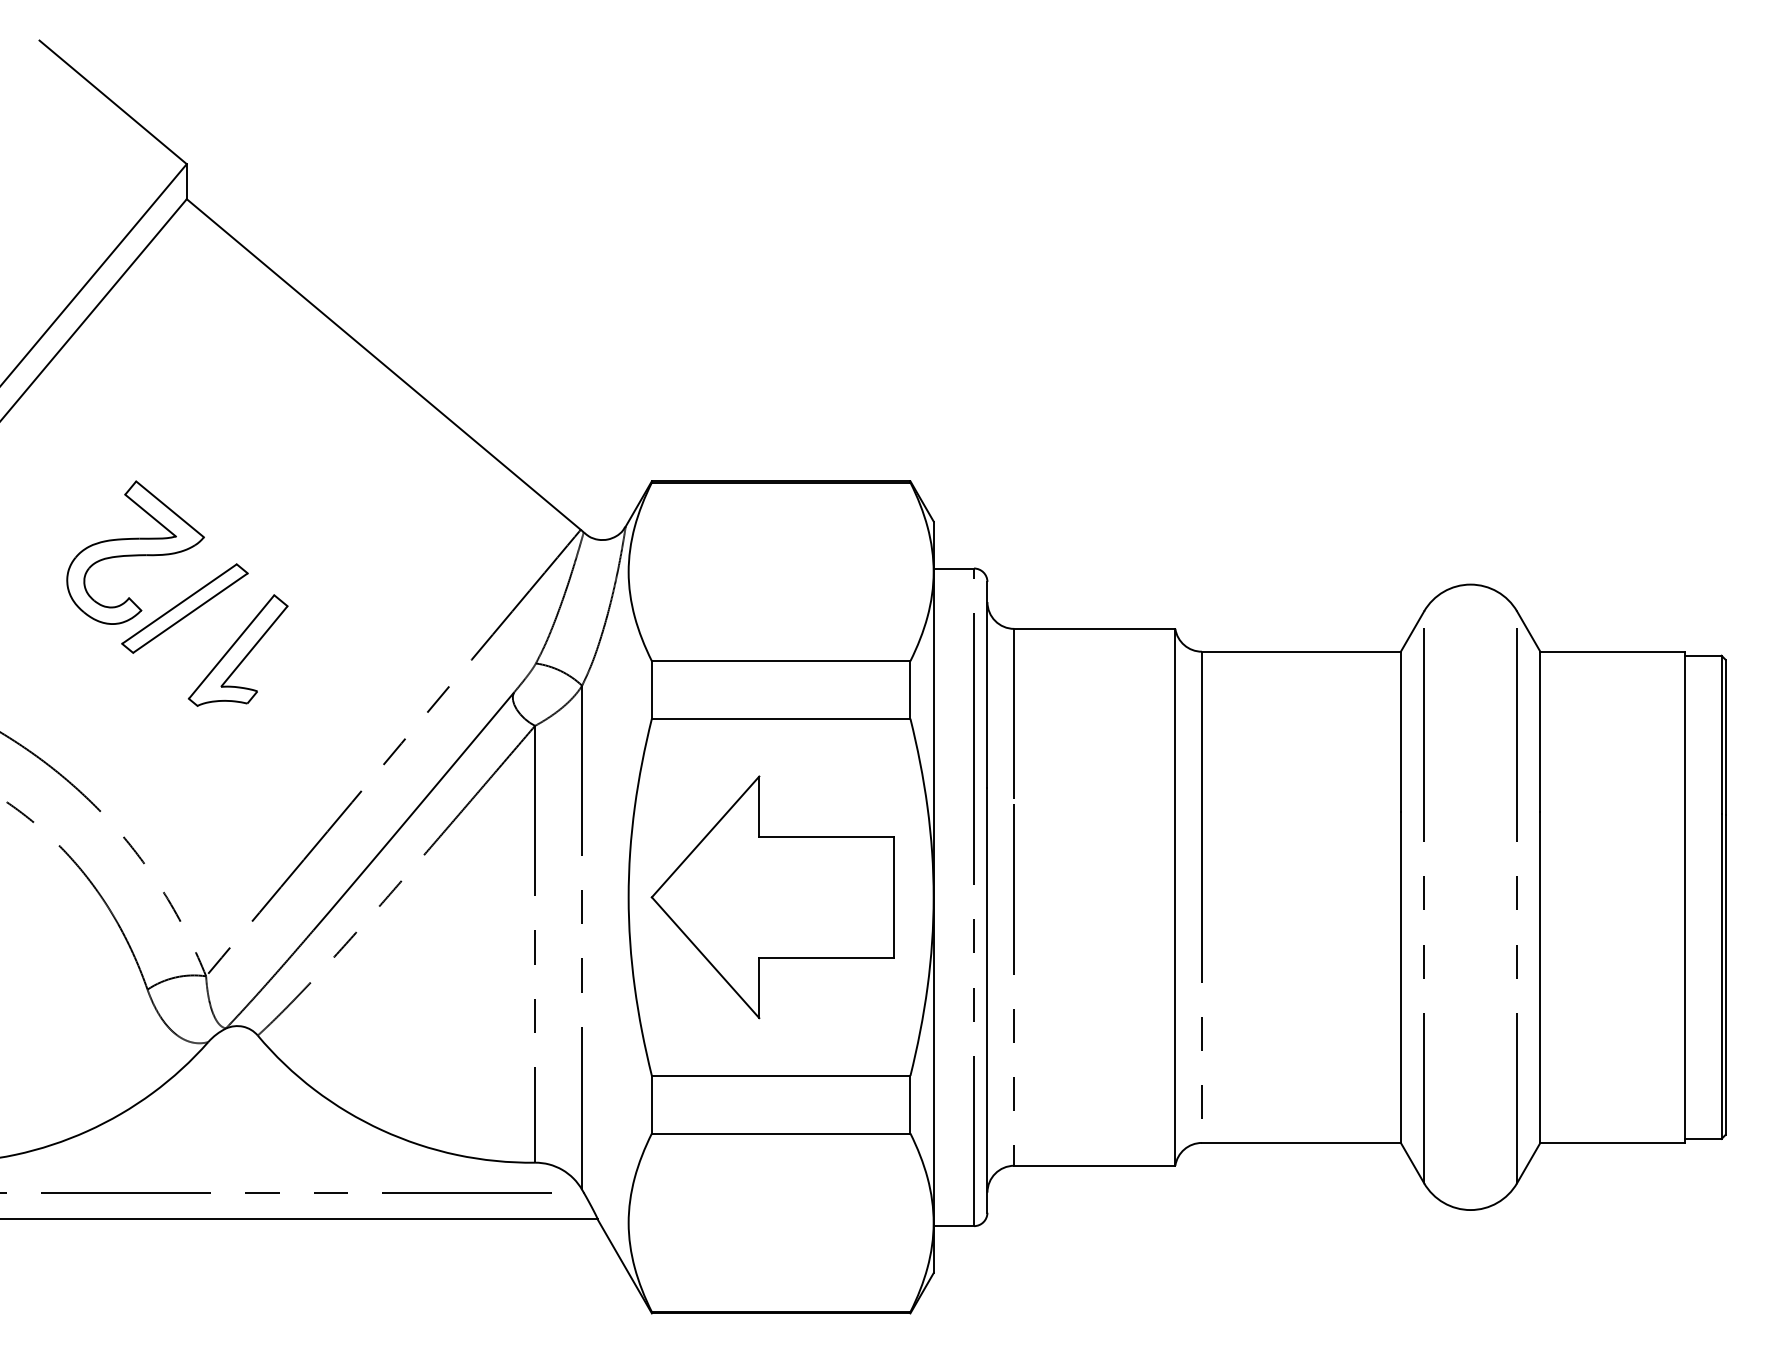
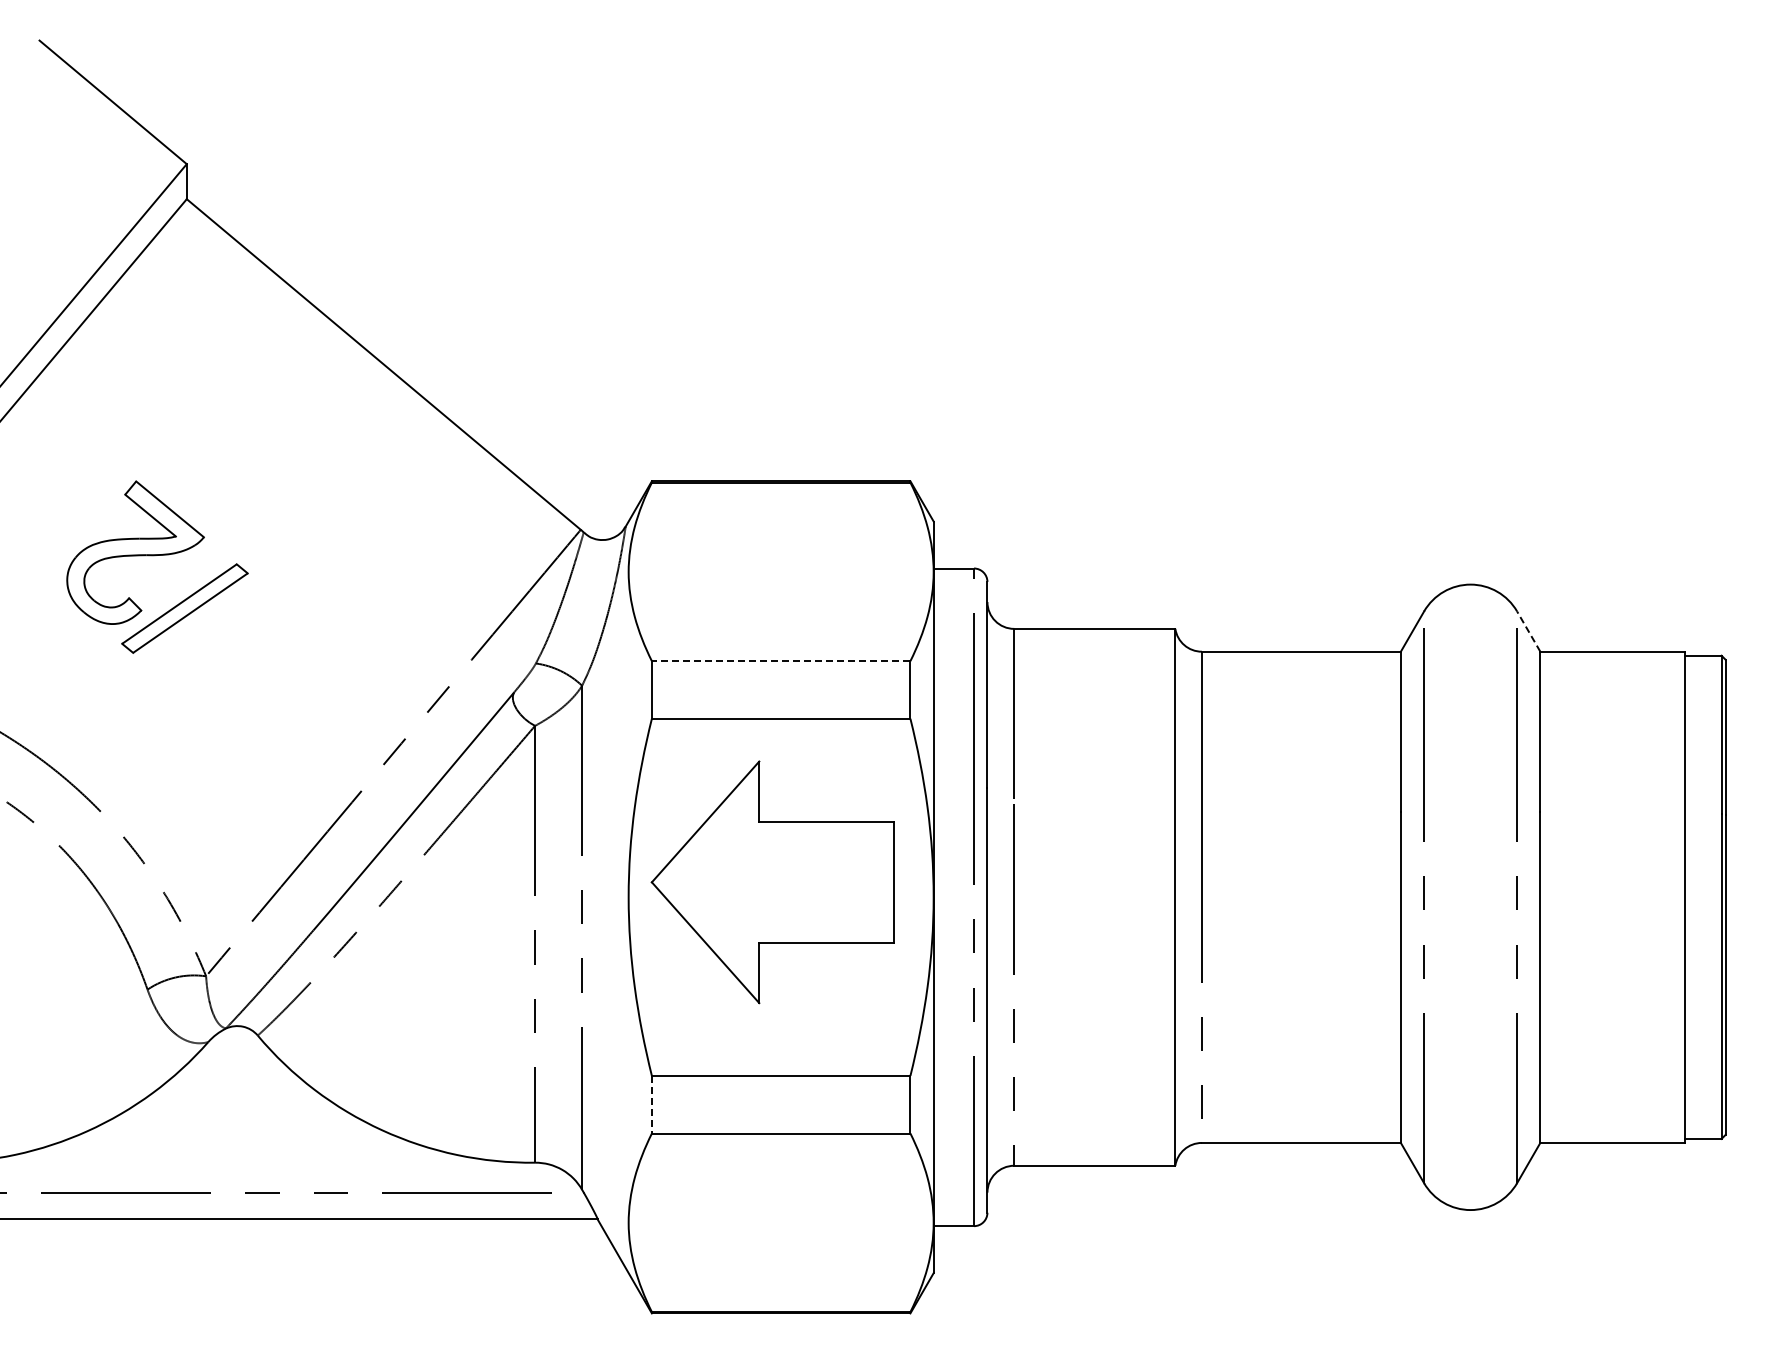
line at (1528, 631): solid -> dashed
part at (237, 650): present -> none
line at (780, 661): solid -> dashed
part at (772, 897) position: (772, 897) -> (772, 882)
line at (651, 1104): solid -> dashed
